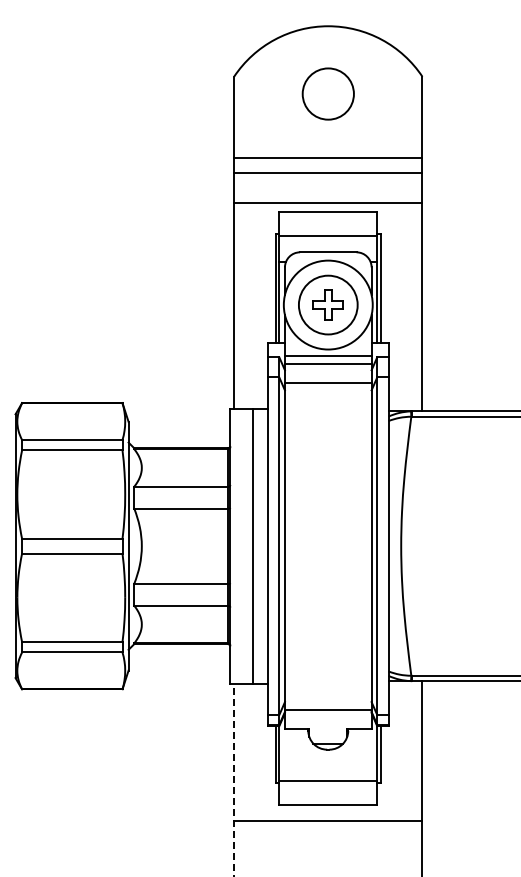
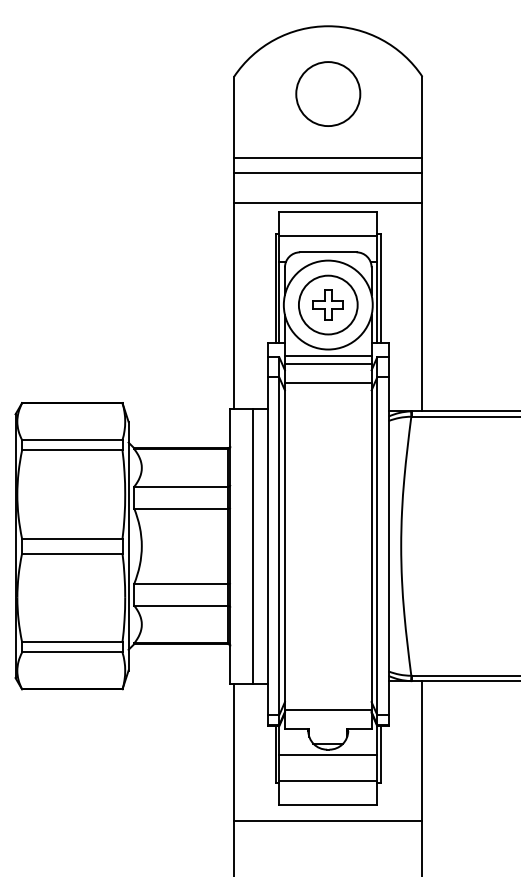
circle at (327, 93) size: 54x54 px -> 67x66 px
line at (328, 754): none -> present
line at (234, 779): dashed -> solid
